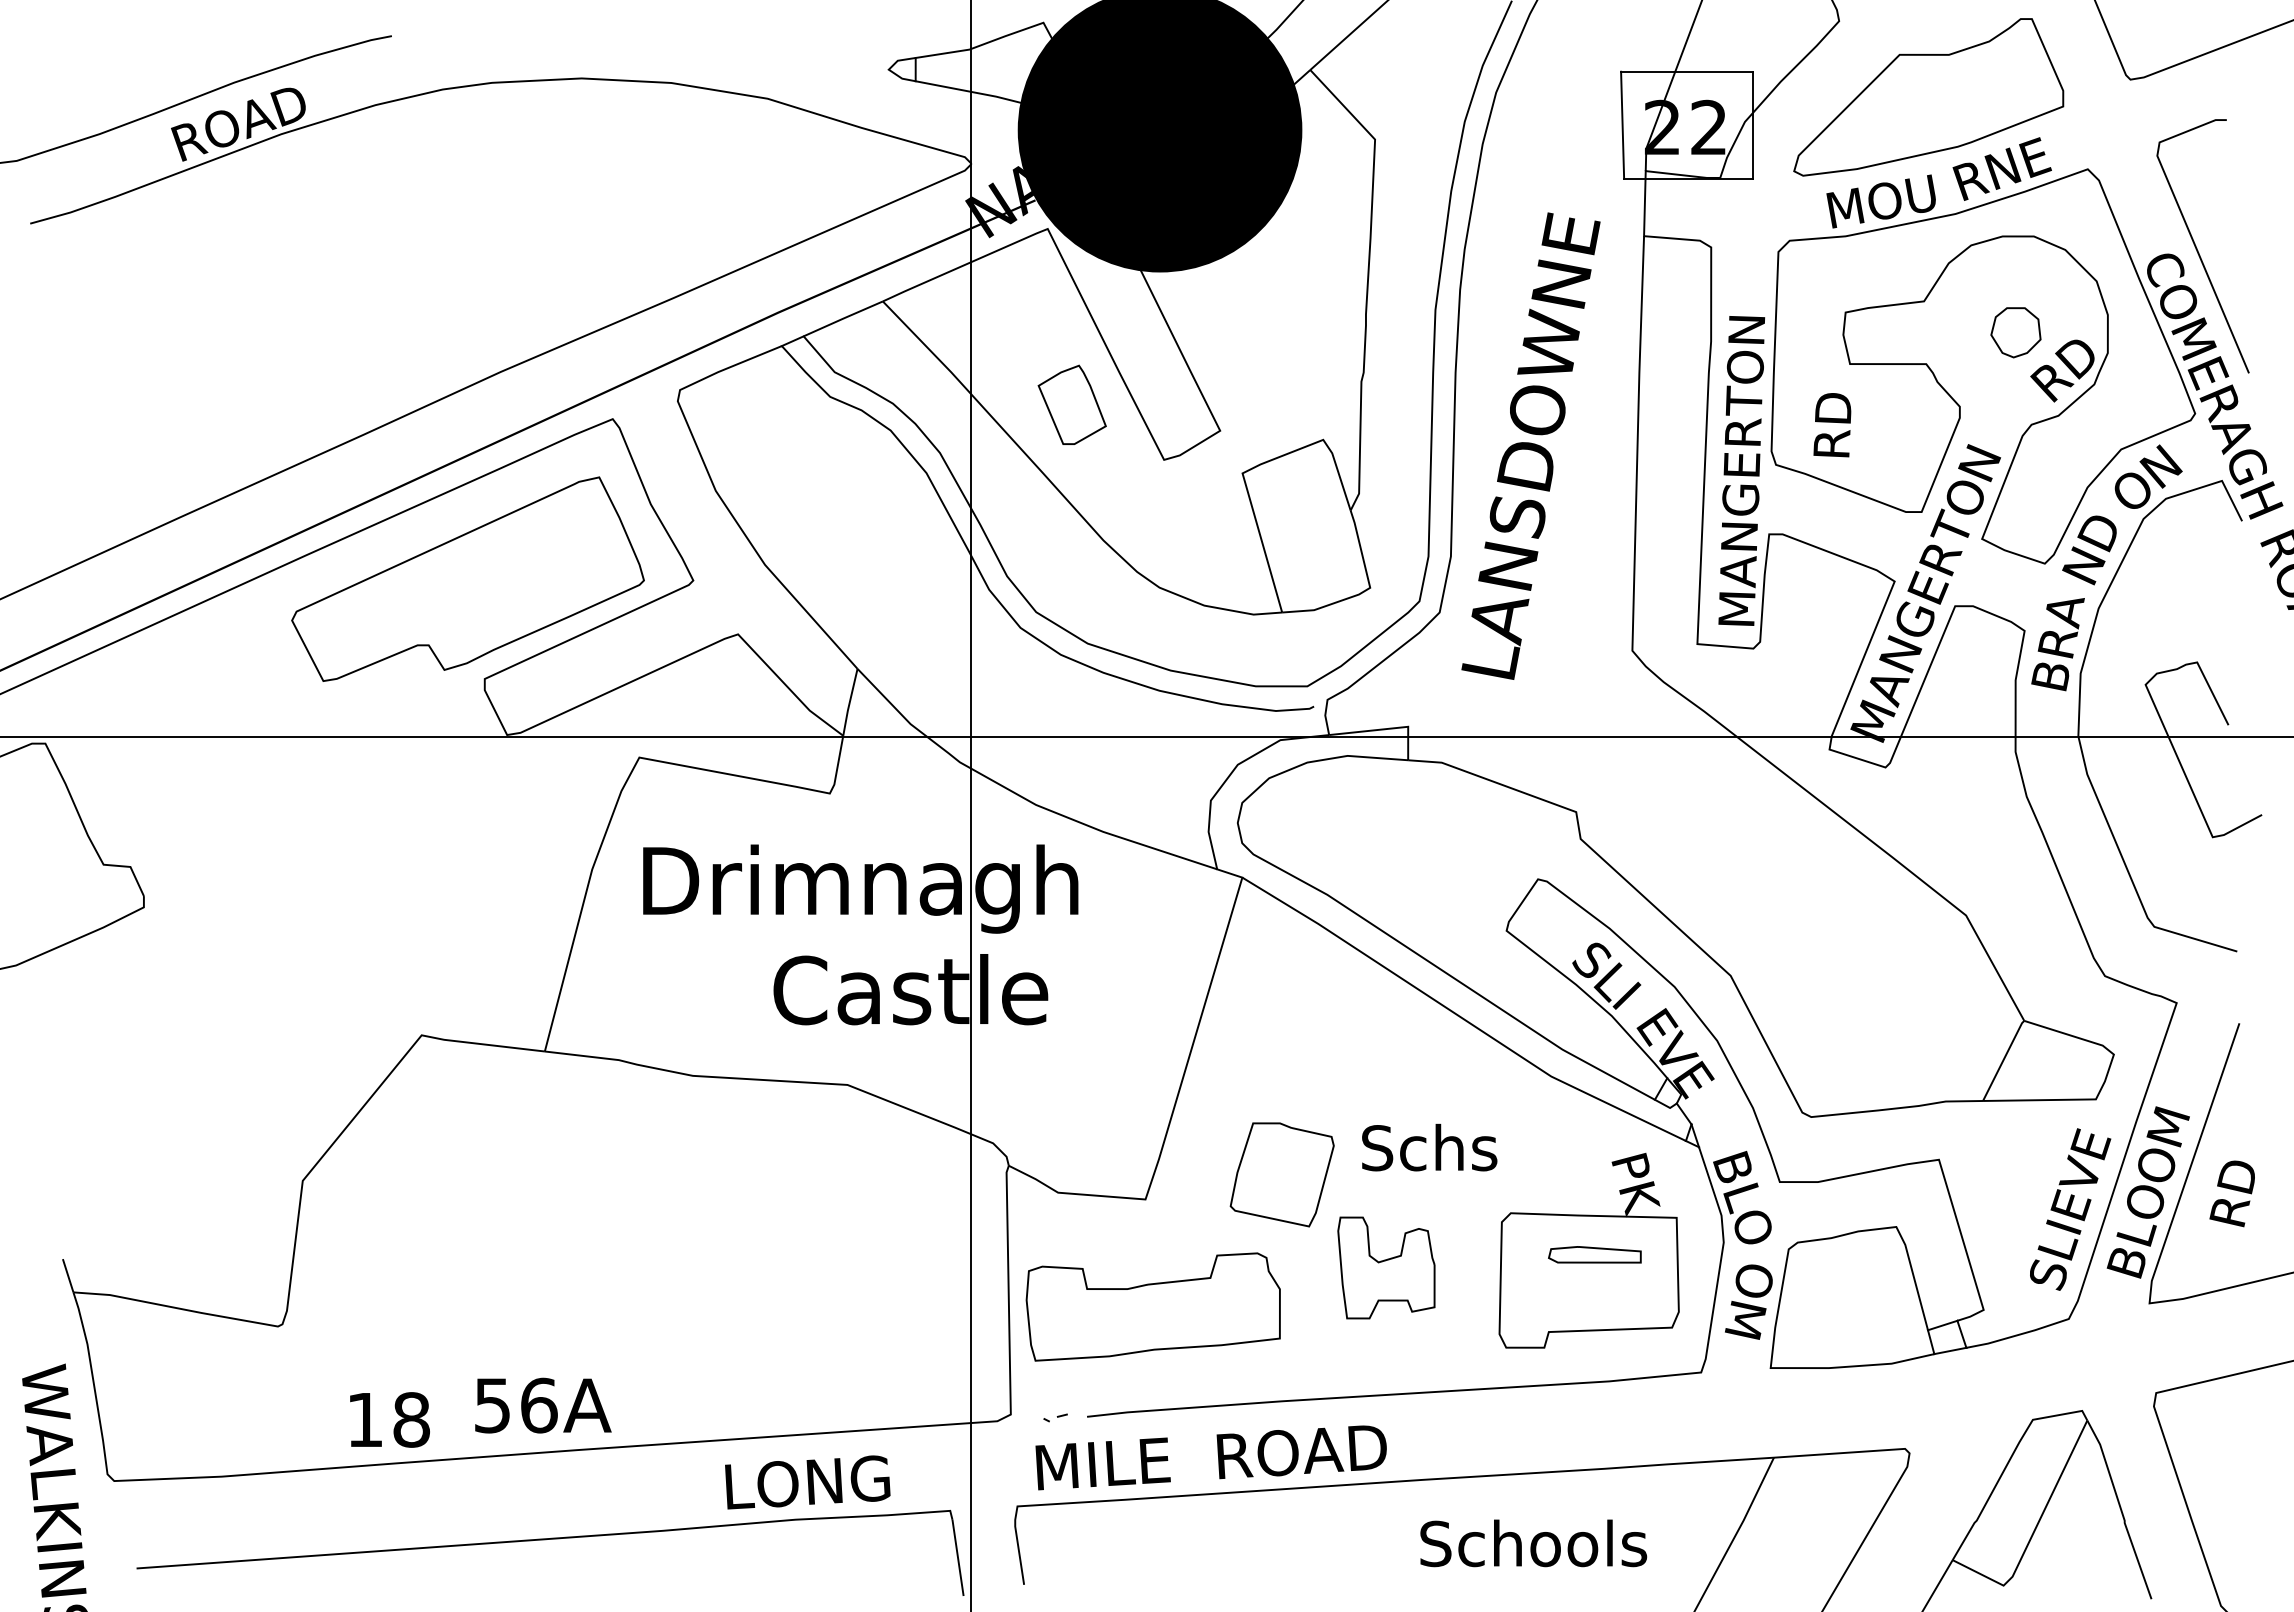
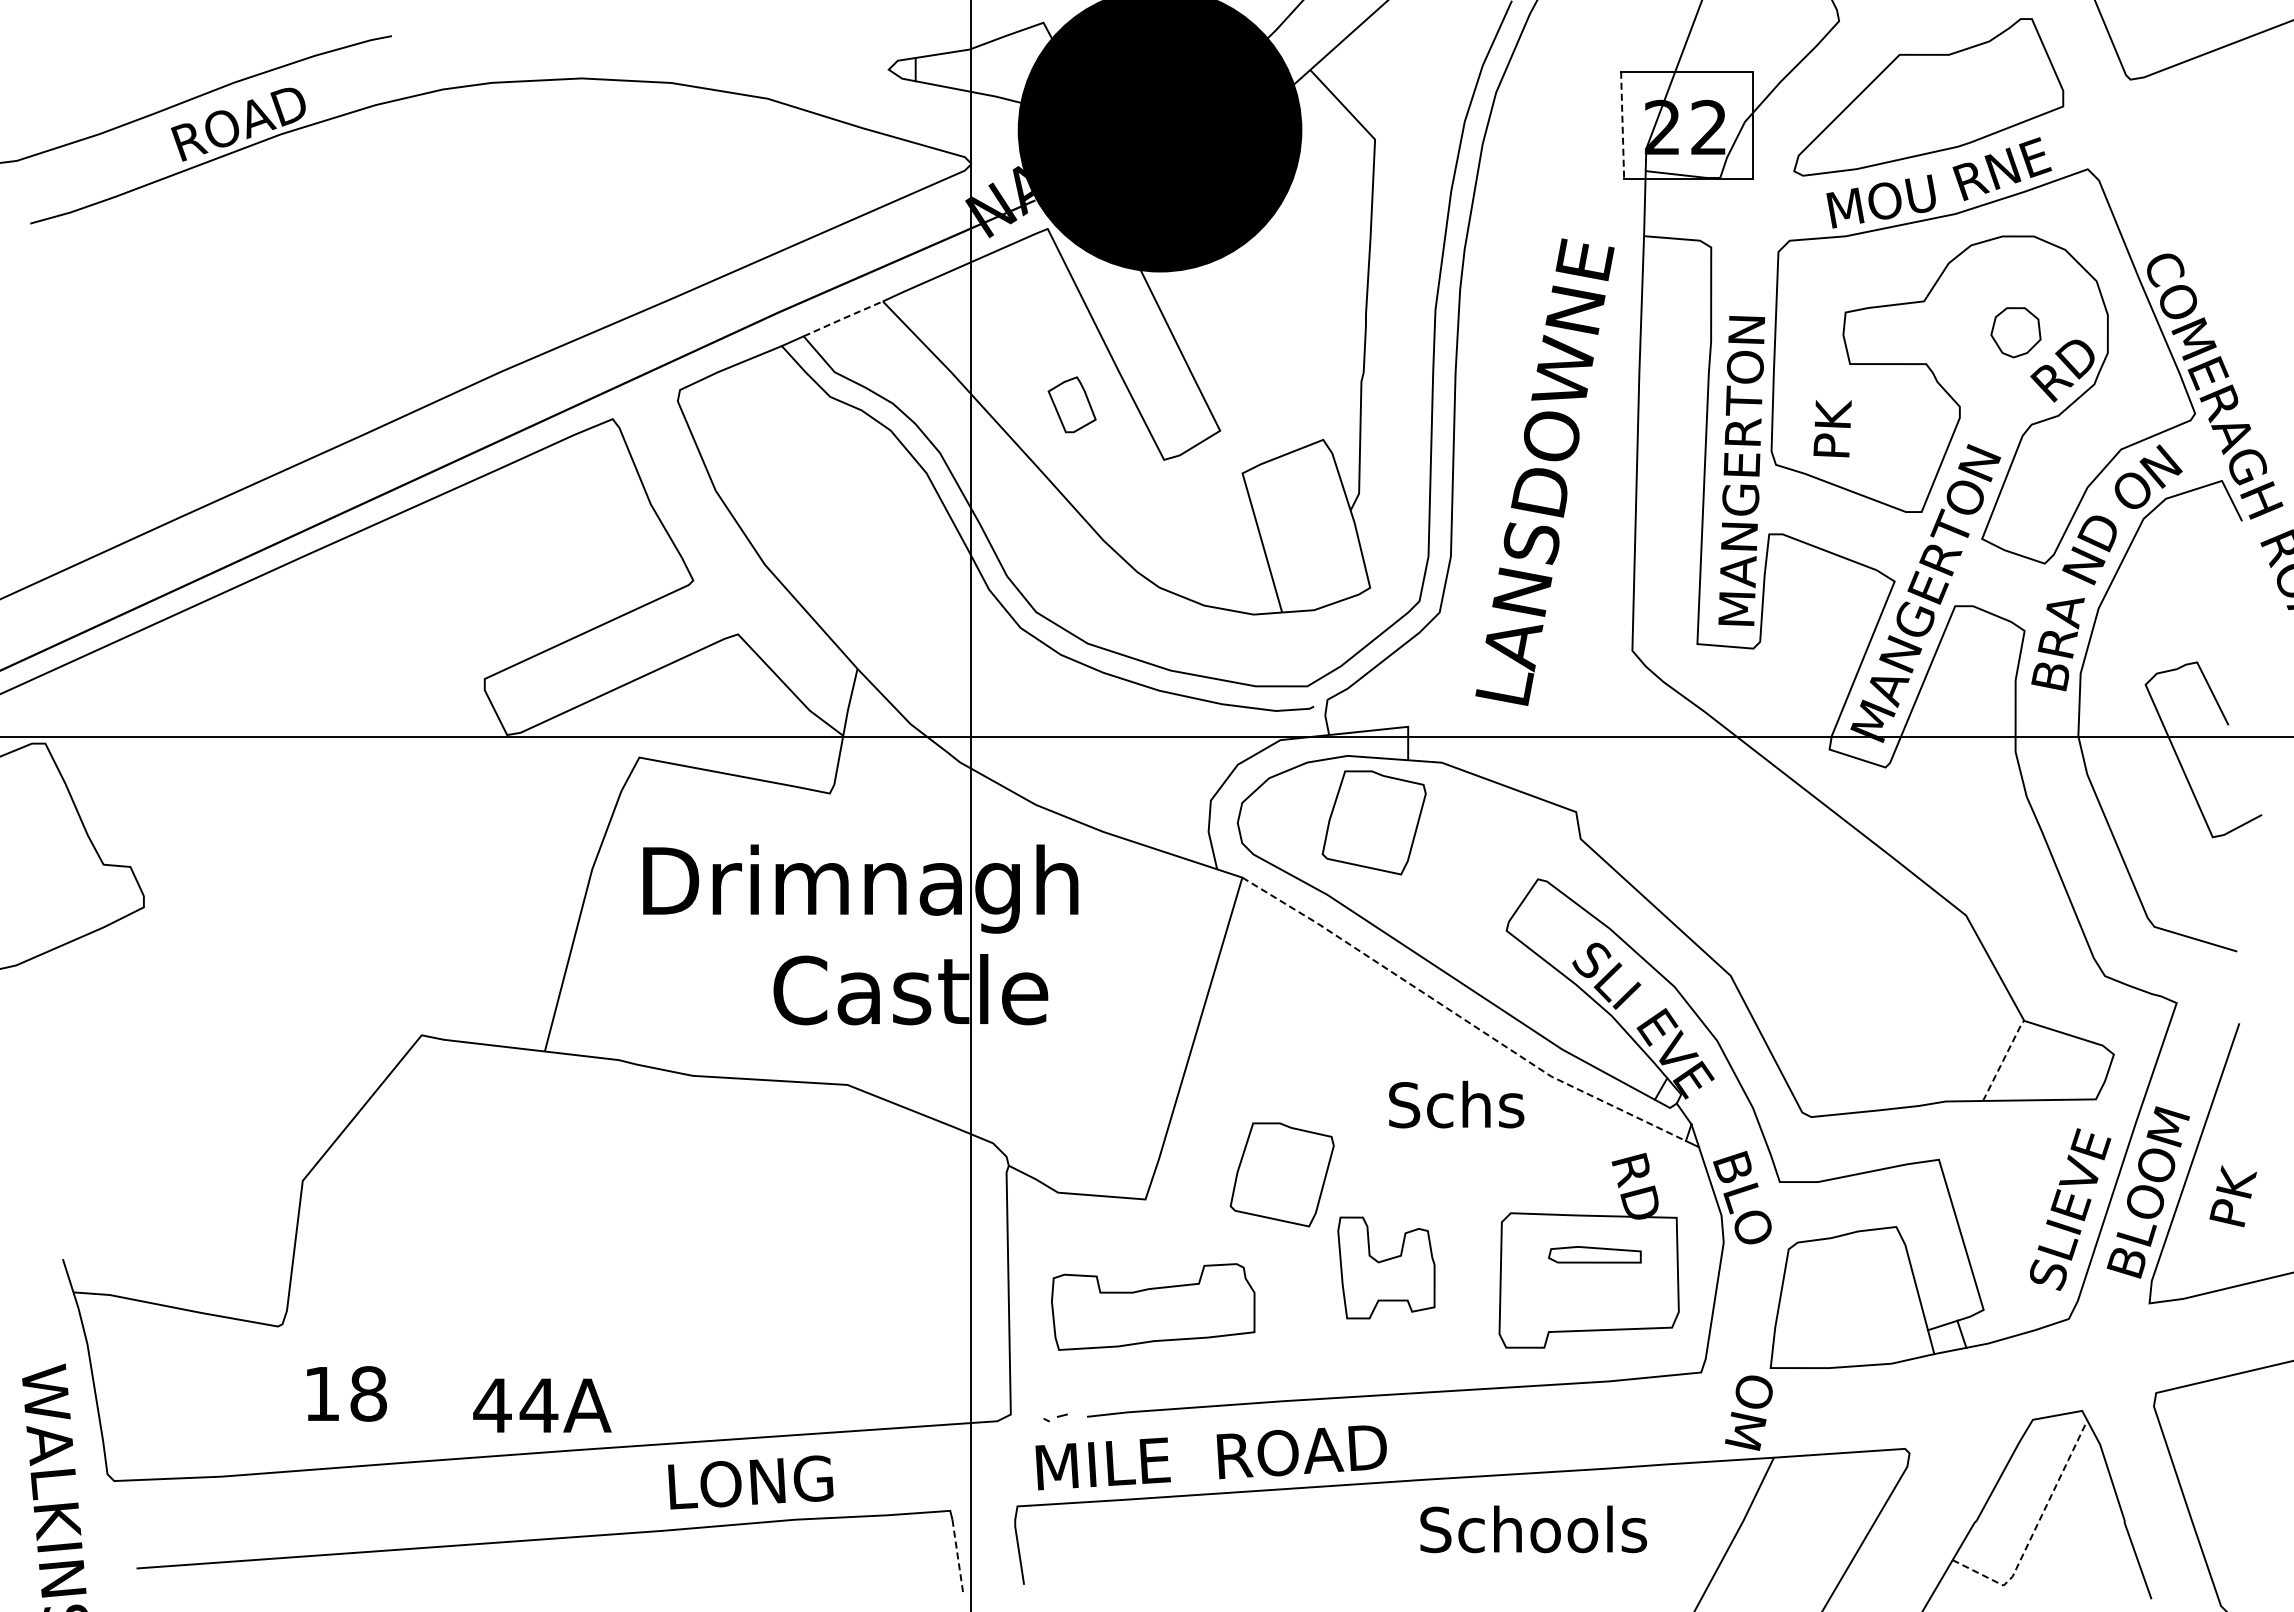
line at (1622, 125): solid -> dashed
line at (2197, 248): present -> none
line at (843, 318): solid -> dashed
part at (1071, 404) size: 70x81 px -> 50x58 px
text at (1832, 422): RD -> PK
text at (1530, 445) position: (1530, 445) -> (1544, 471)
part at (467, 578): present -> none
part at (1373, 822): none -> present
line at (1460, 1016): solid -> dashed
line at (2003, 1059): solid -> dashed
text at (1429, 1147) position: (1429, 1147) -> (1456, 1104)
text at (2235, 1189): RD -> PK
text at (1638, 1190): PK -> RD
text at (1748, 1301) position: (1748, 1301) -> (1748, 1412)
part at (1152, 1306) size: 256x110 px -> 205x88 px
text at (515, 1405): 56A -> 44A
text at (389, 1419) position: (389, 1419) -> (346, 1393)
text at (807, 1482) position: (807, 1482) -> (750, 1482)
line at (2034, 1530): solid -> dashed
text at (1533, 1543) position: (1533, 1543) -> (1533, 1529)
line at (958, 1557): solid -> dashed
